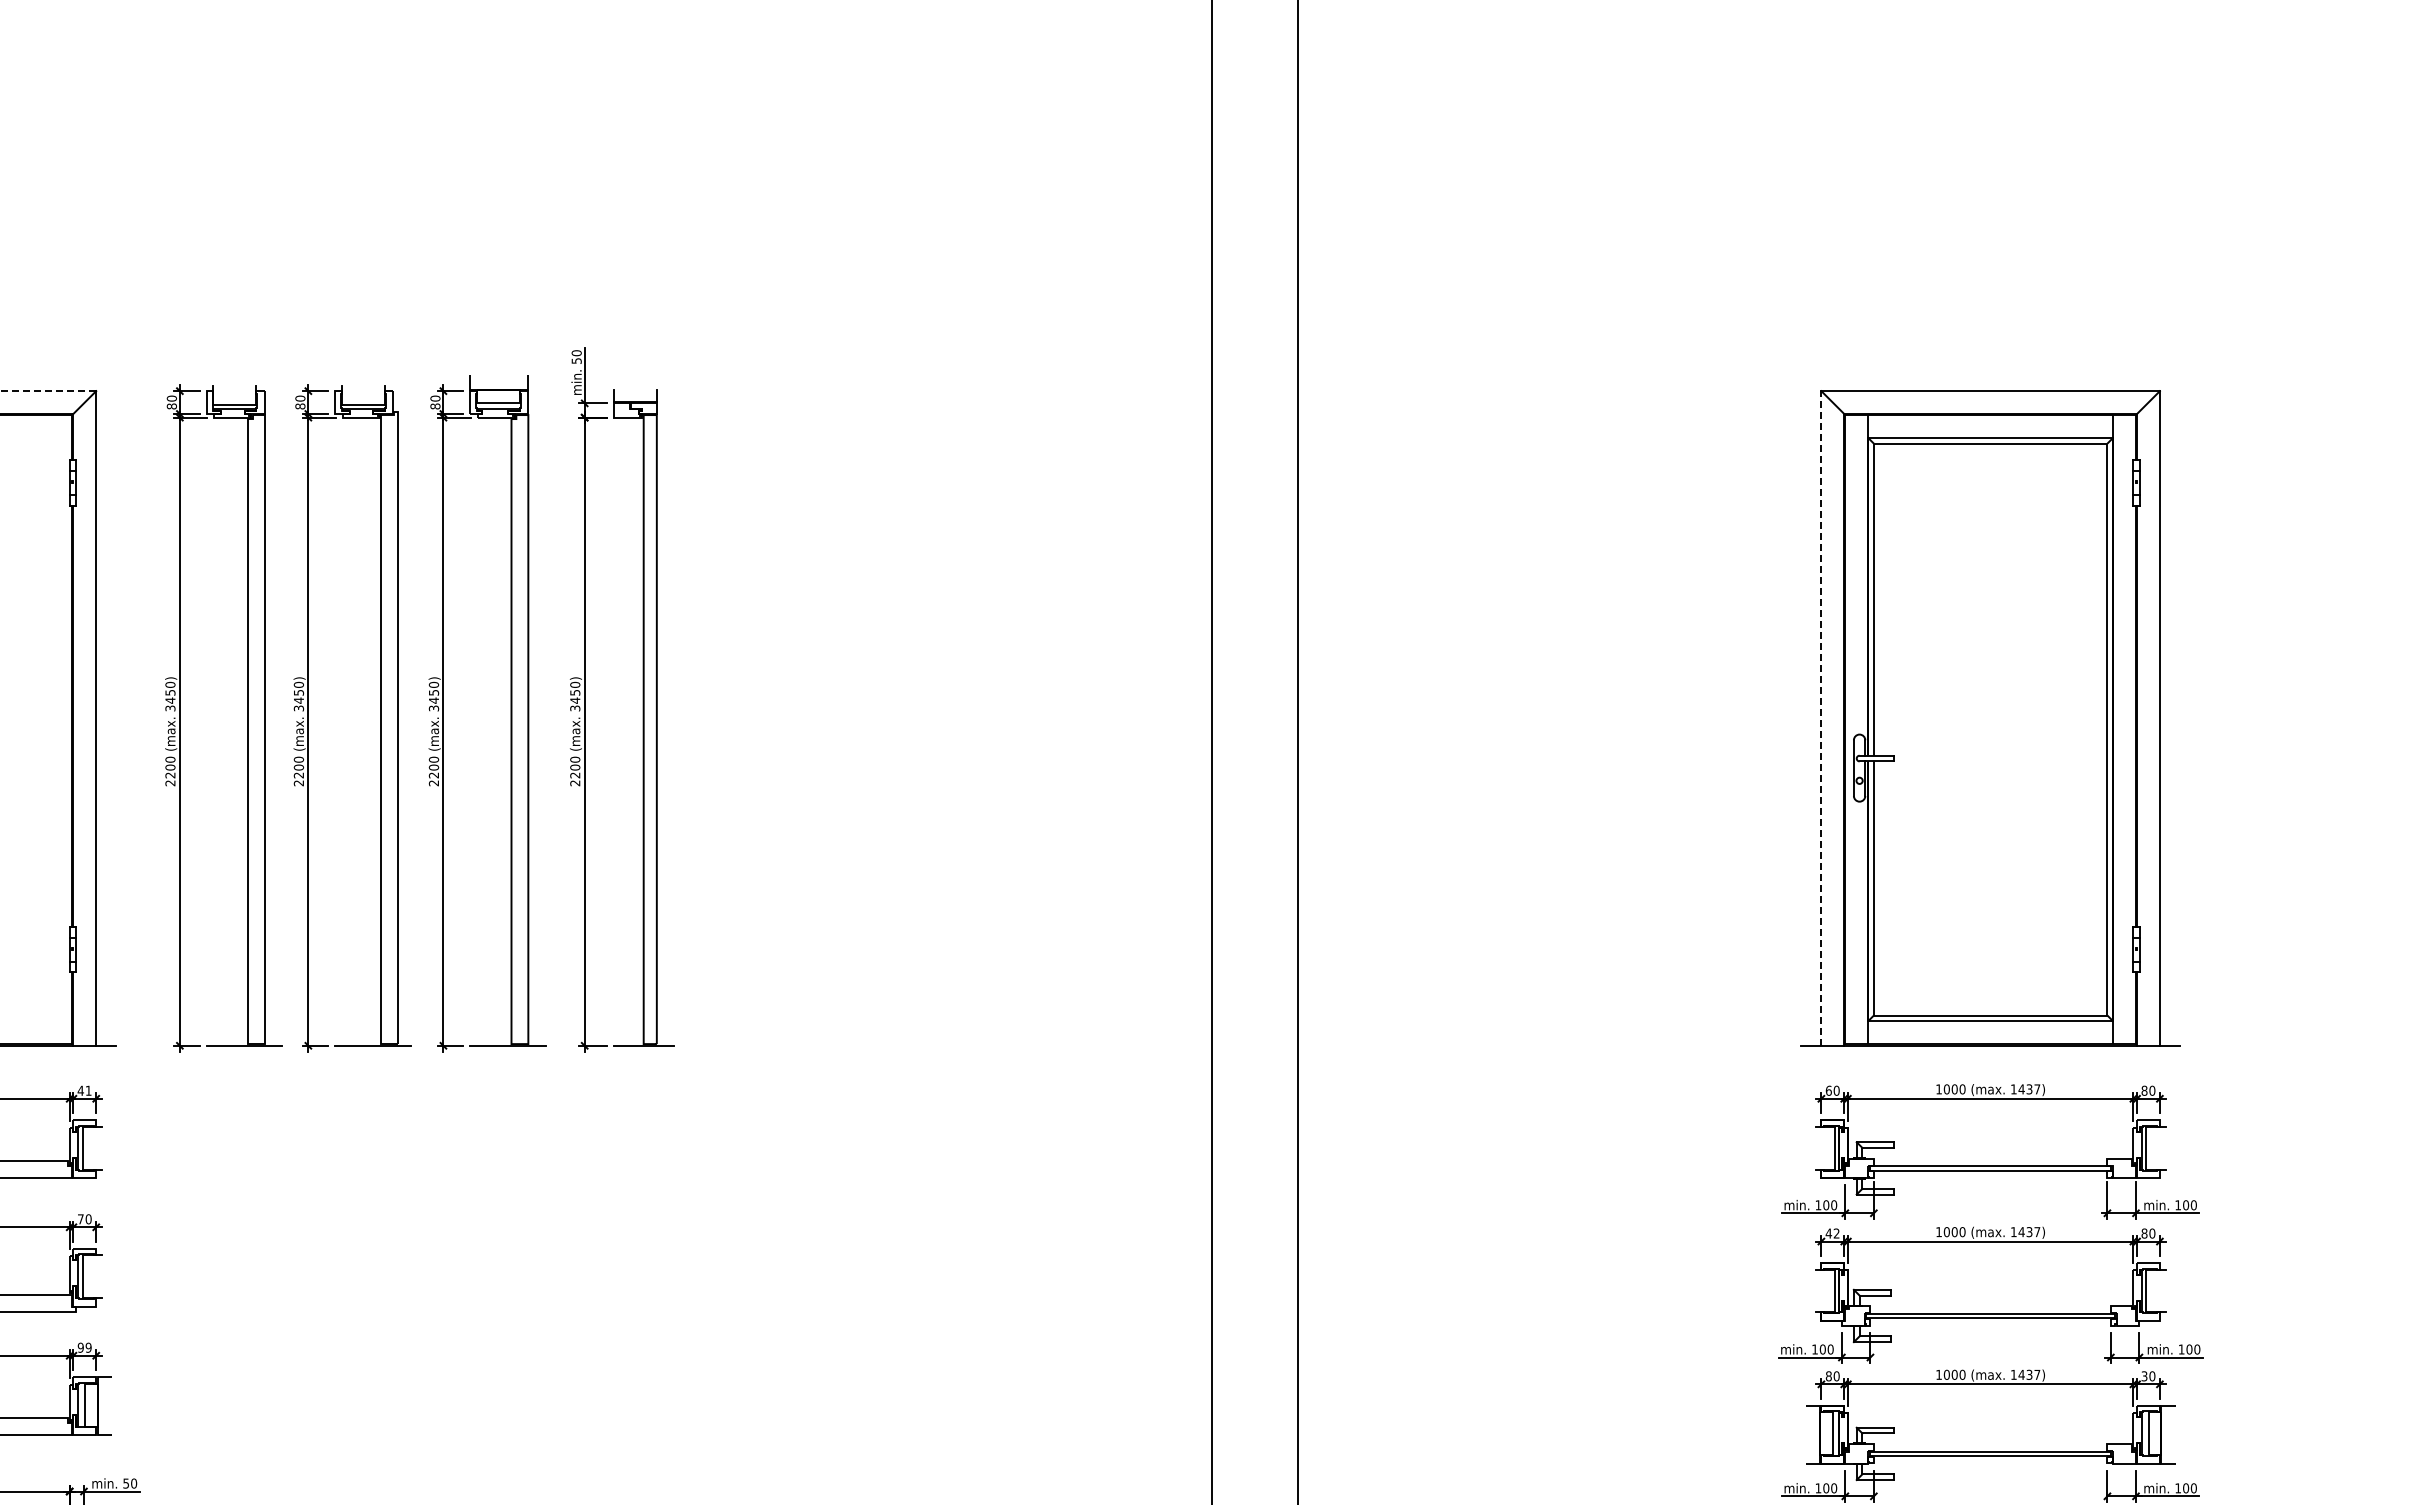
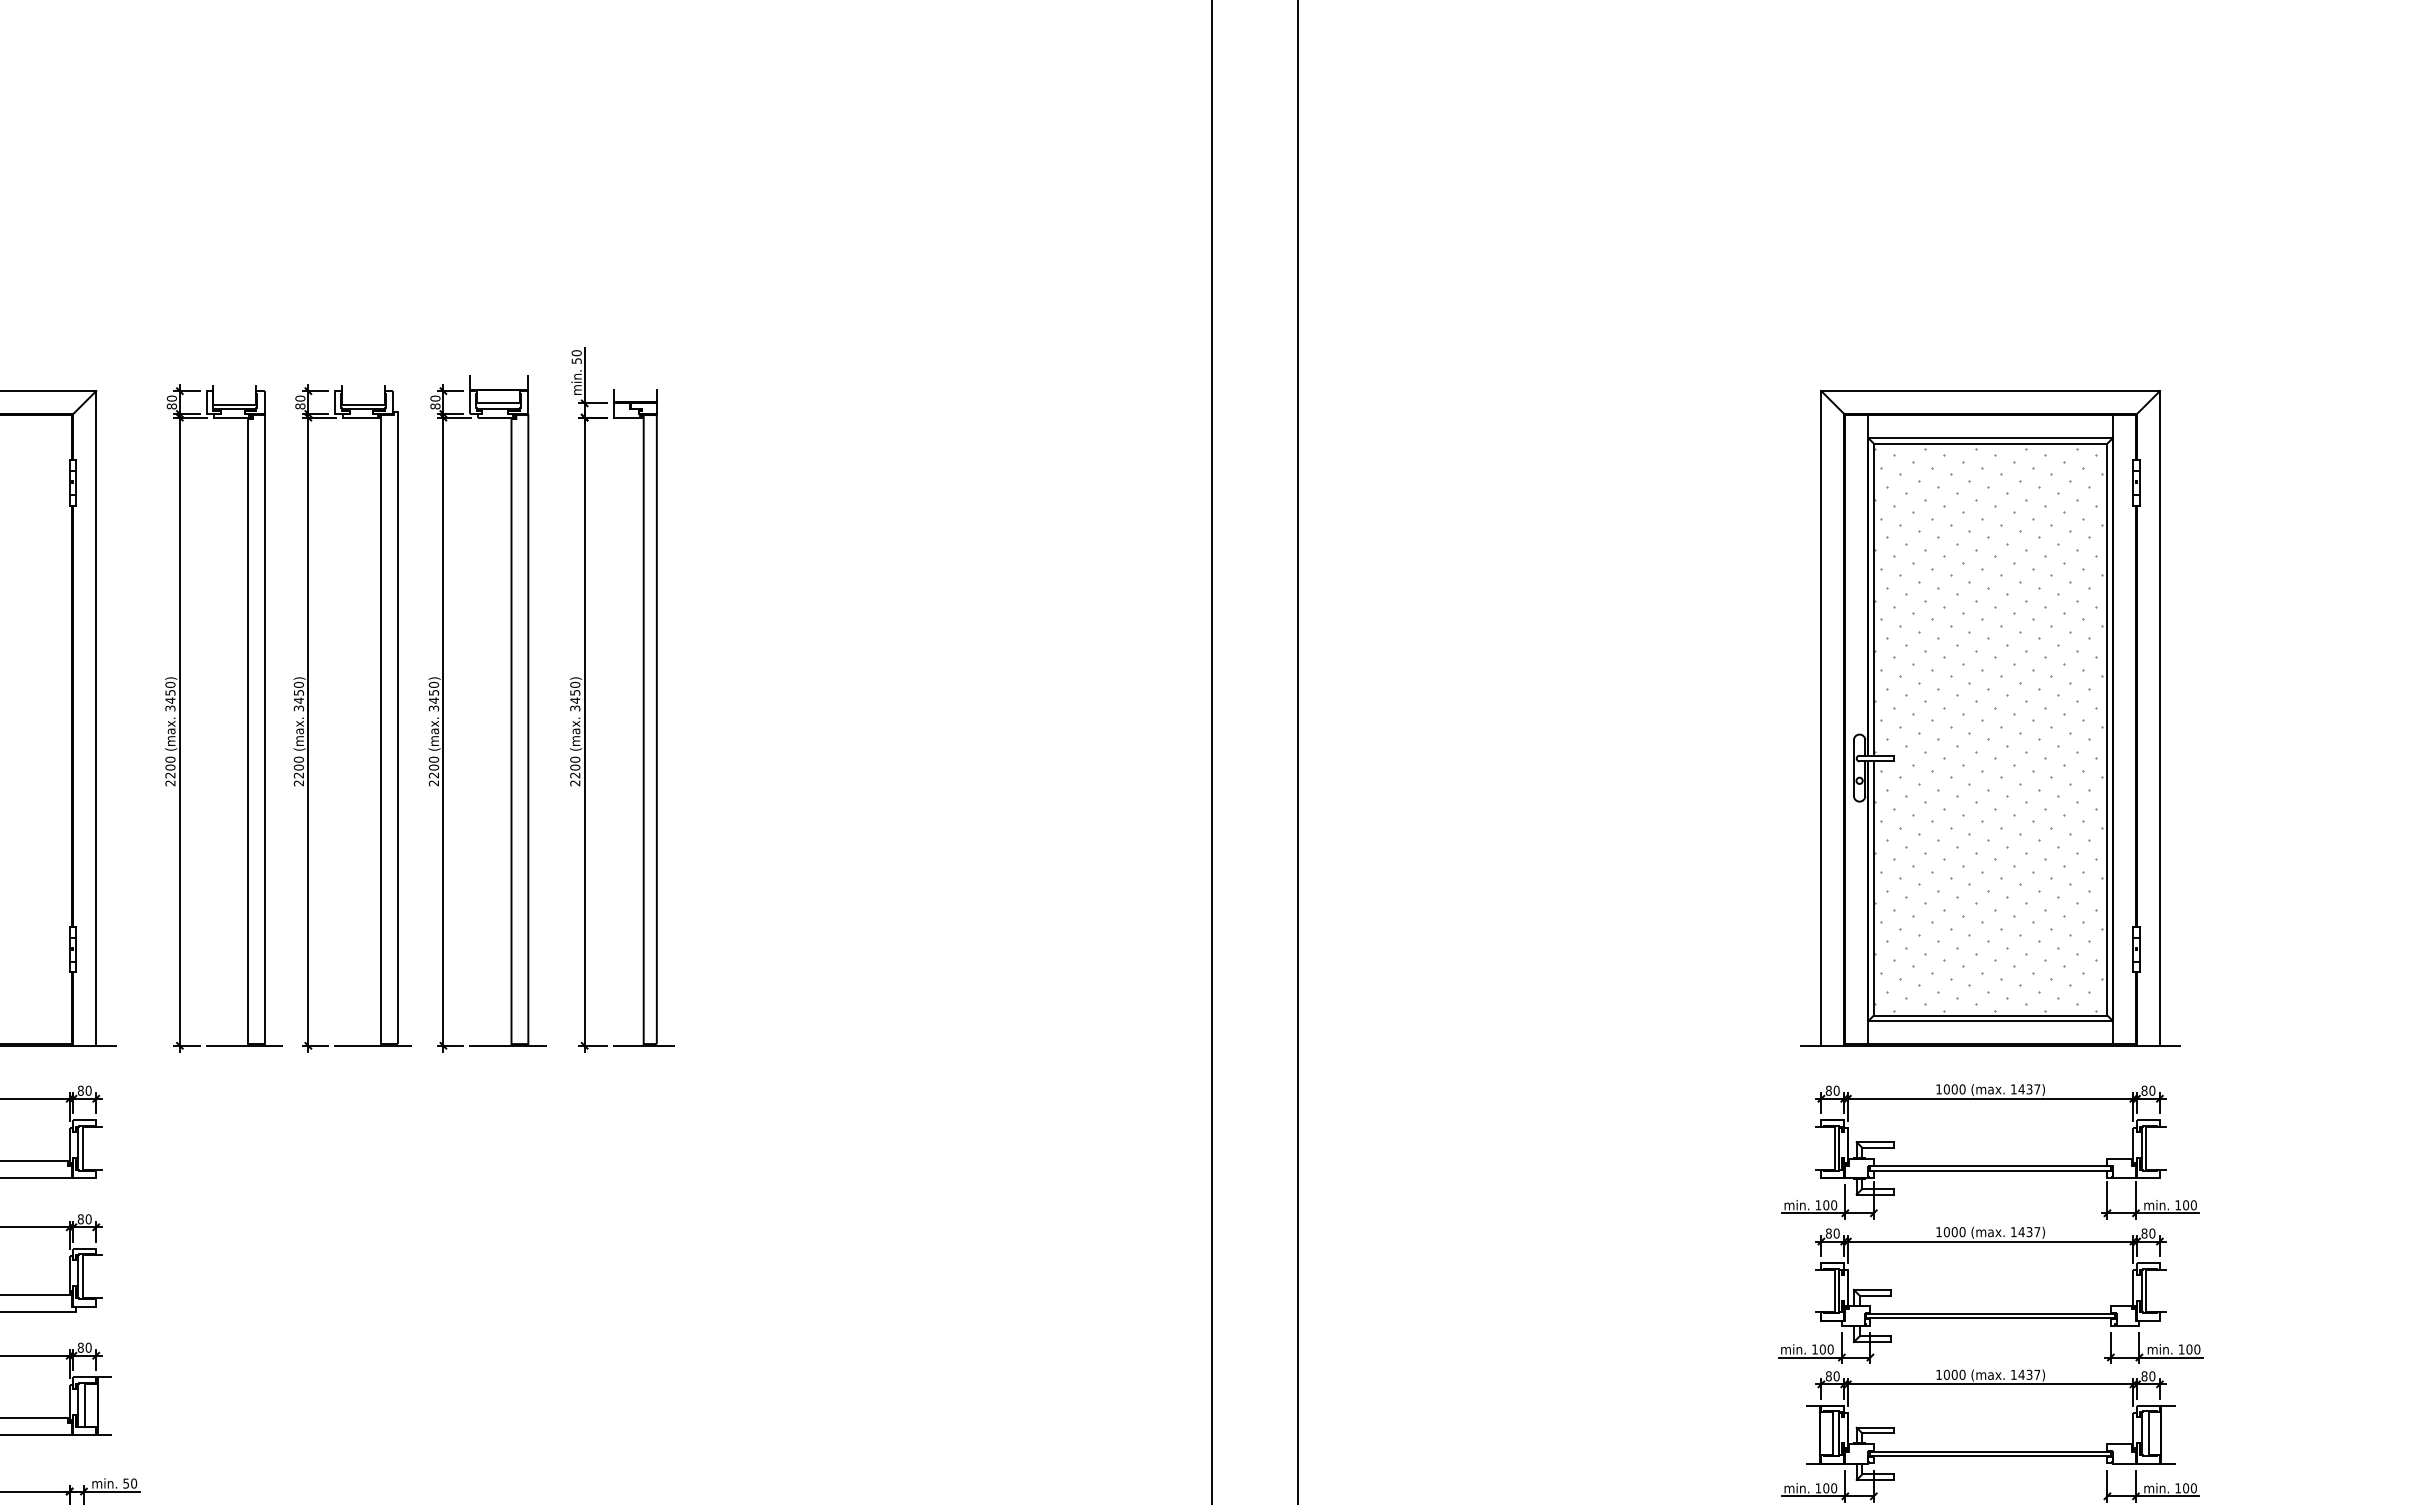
line at (48, 391): dashed -> solid
line at (1821, 717): dashed -> solid
hatch at (1987, 729): none -> present
text at (84, 1090): 41 -> 80
text at (1828, 1090): 60 -> 80
text at (80, 1219): 70 -> 80
text at (1832, 1233): 42 -> 80
text at (84, 1347): 99 -> 80
text at (2144, 1376): 30 -> 80
